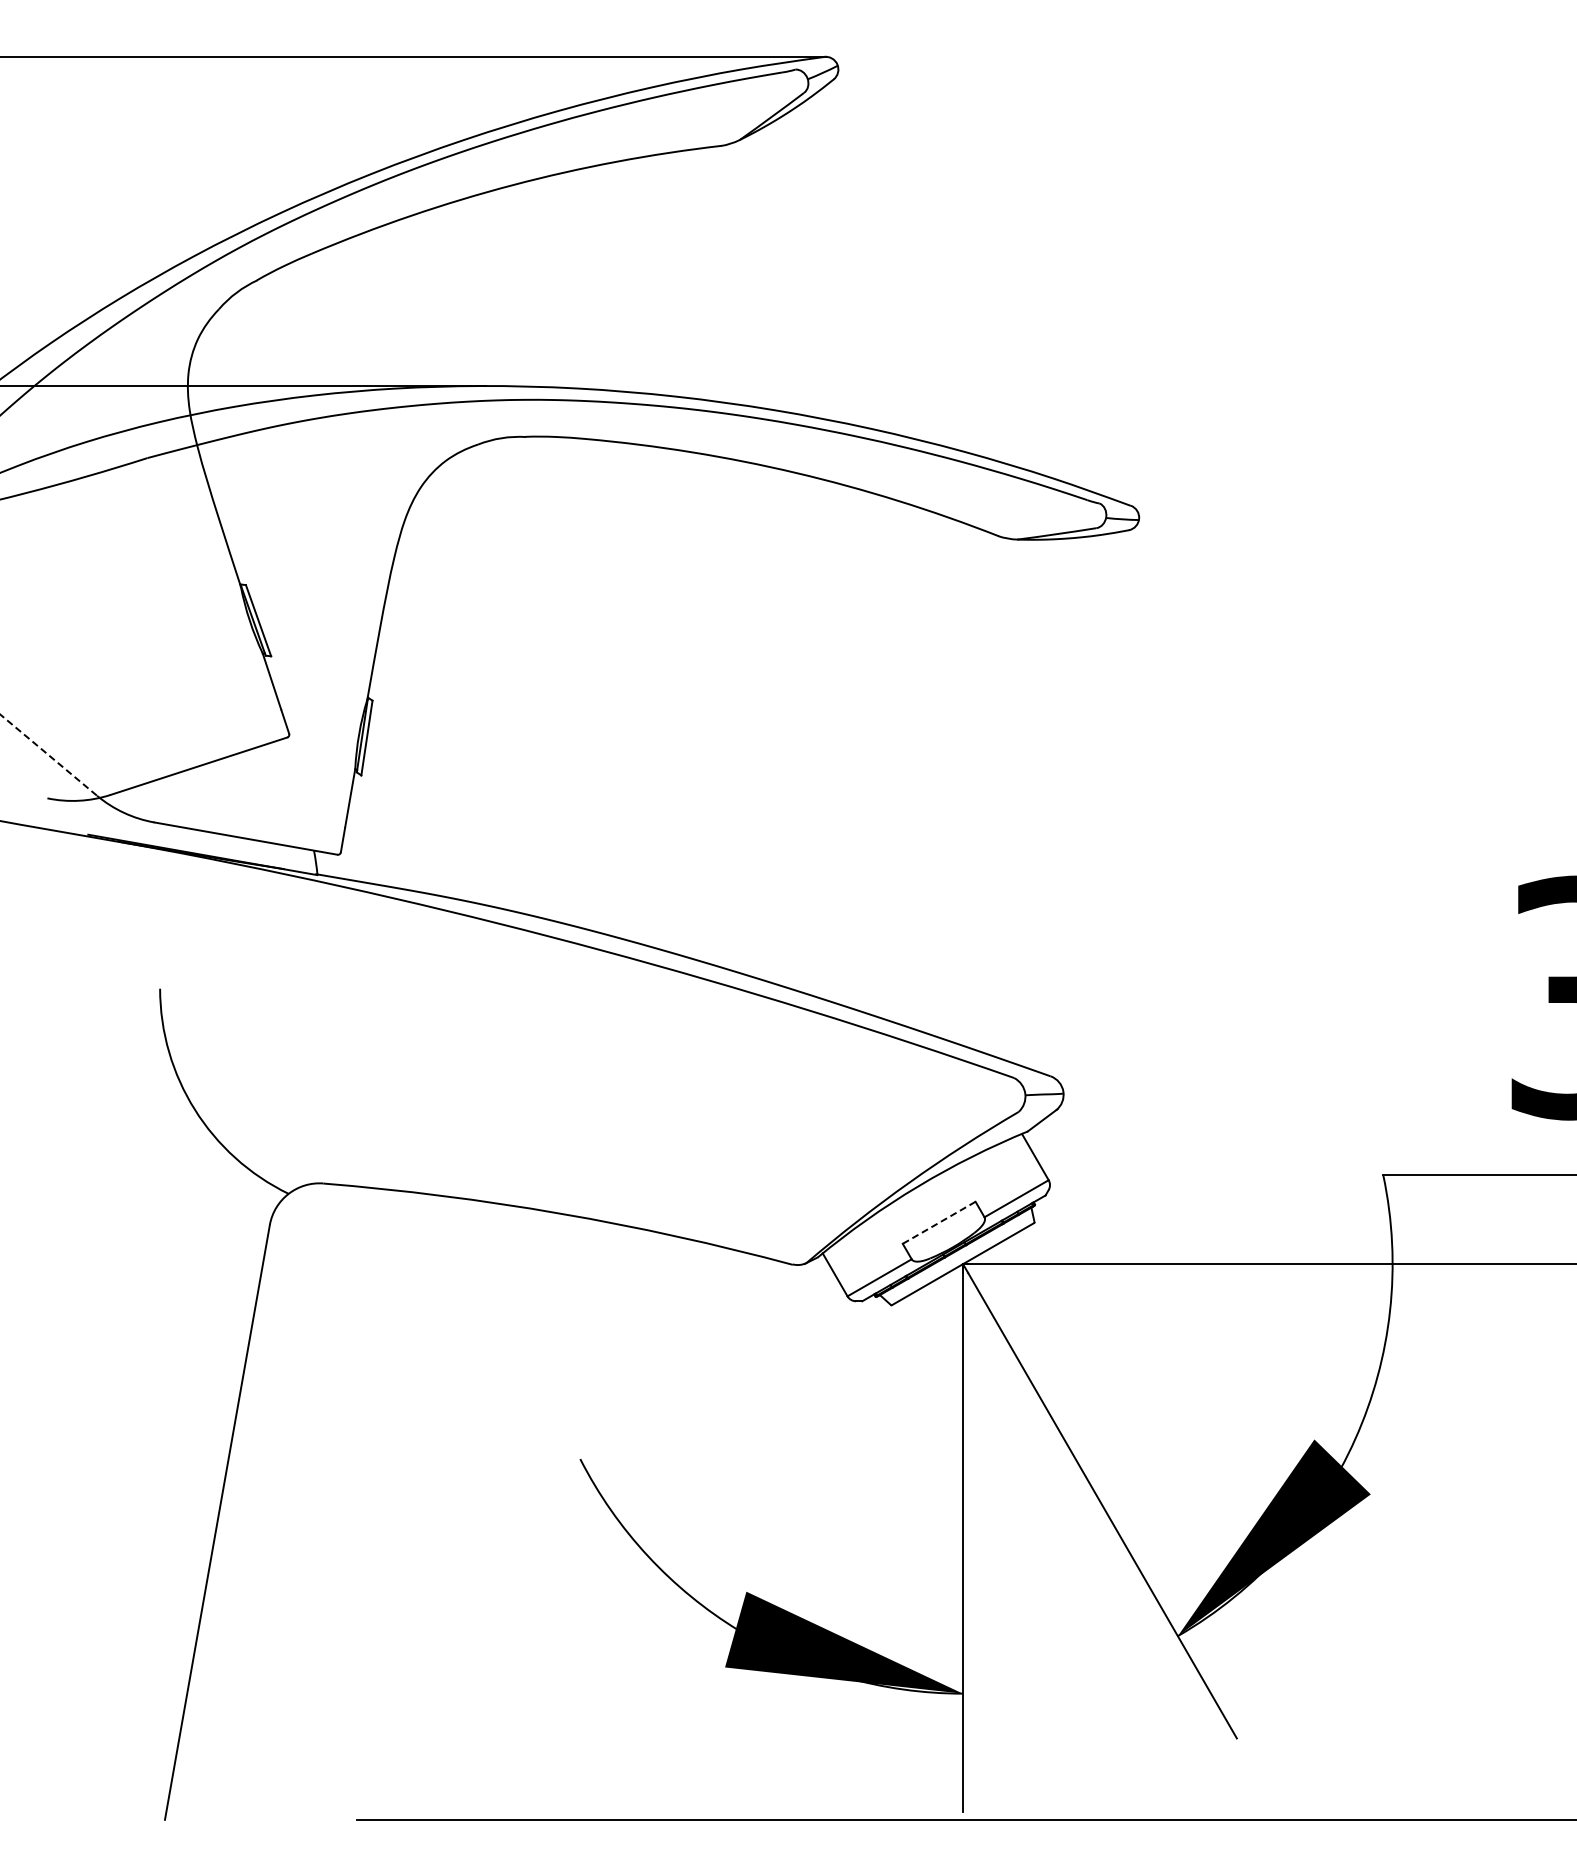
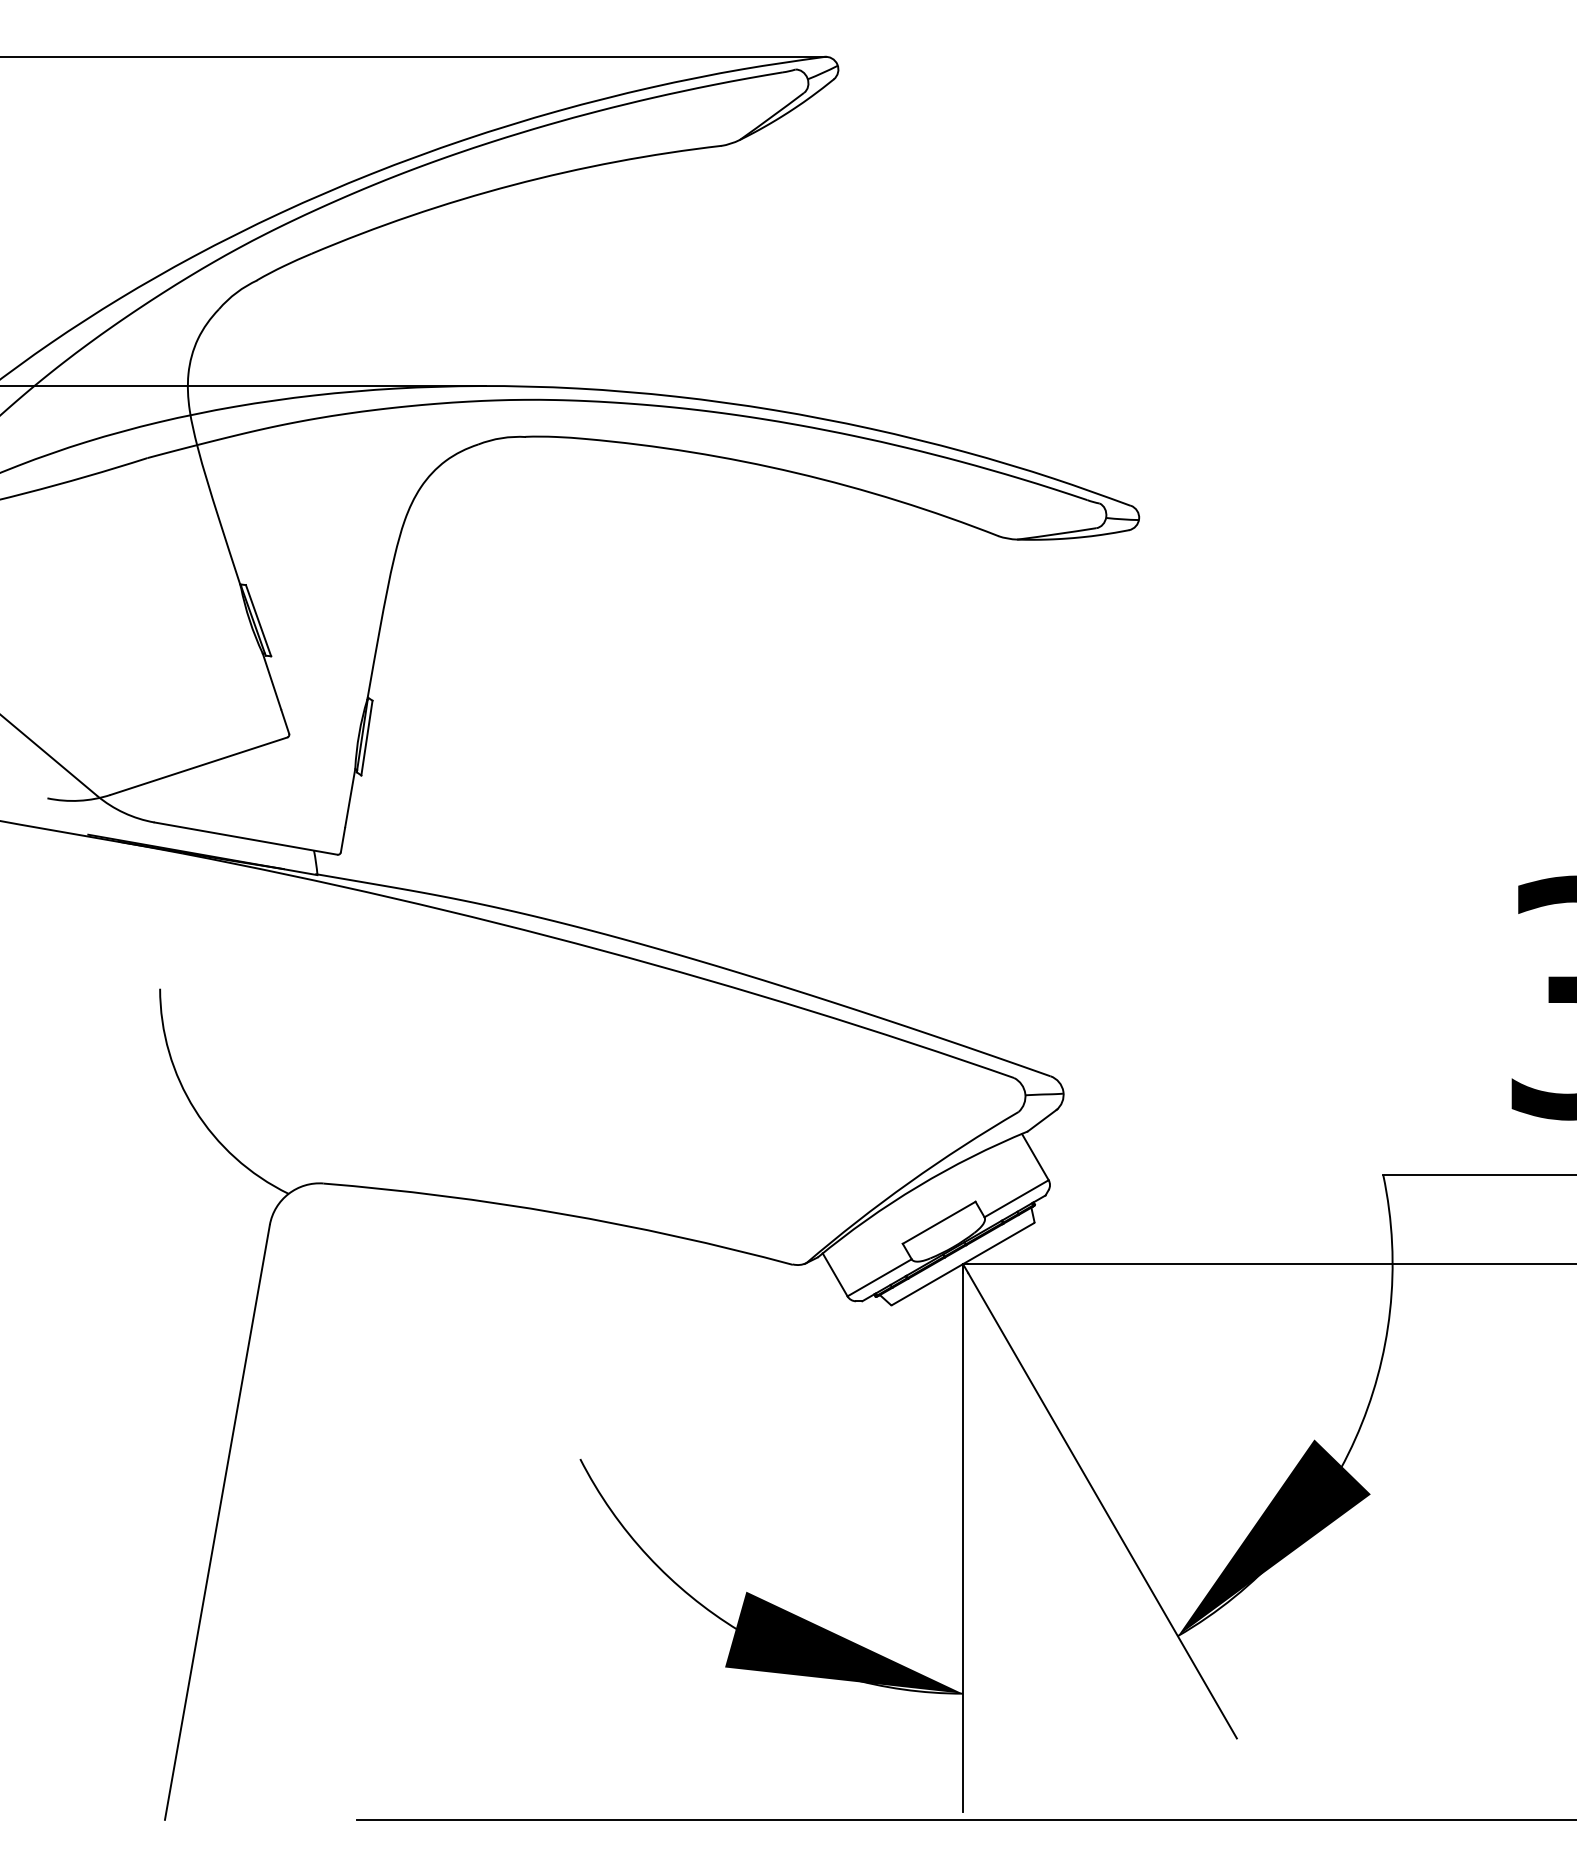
line at (48, 755): dashed -> solid
line at (938, 1223): dashed -> solid
